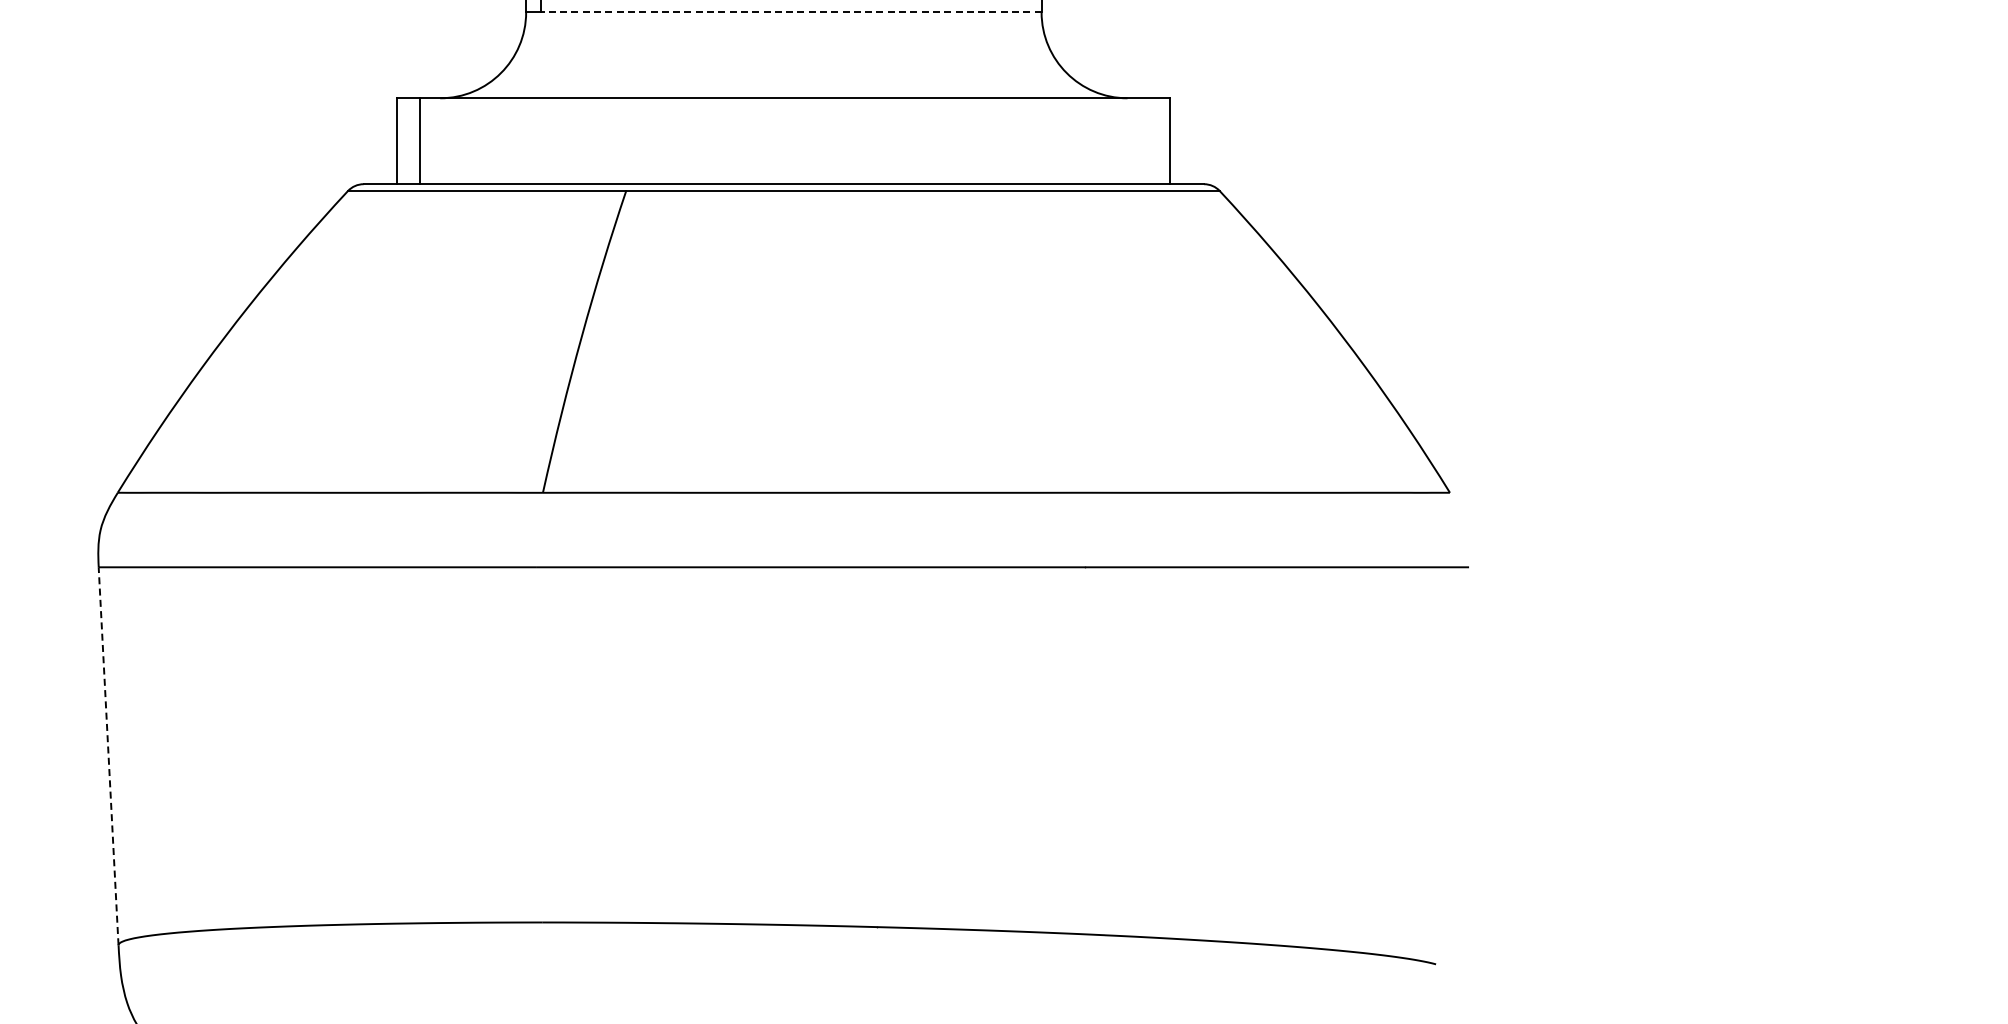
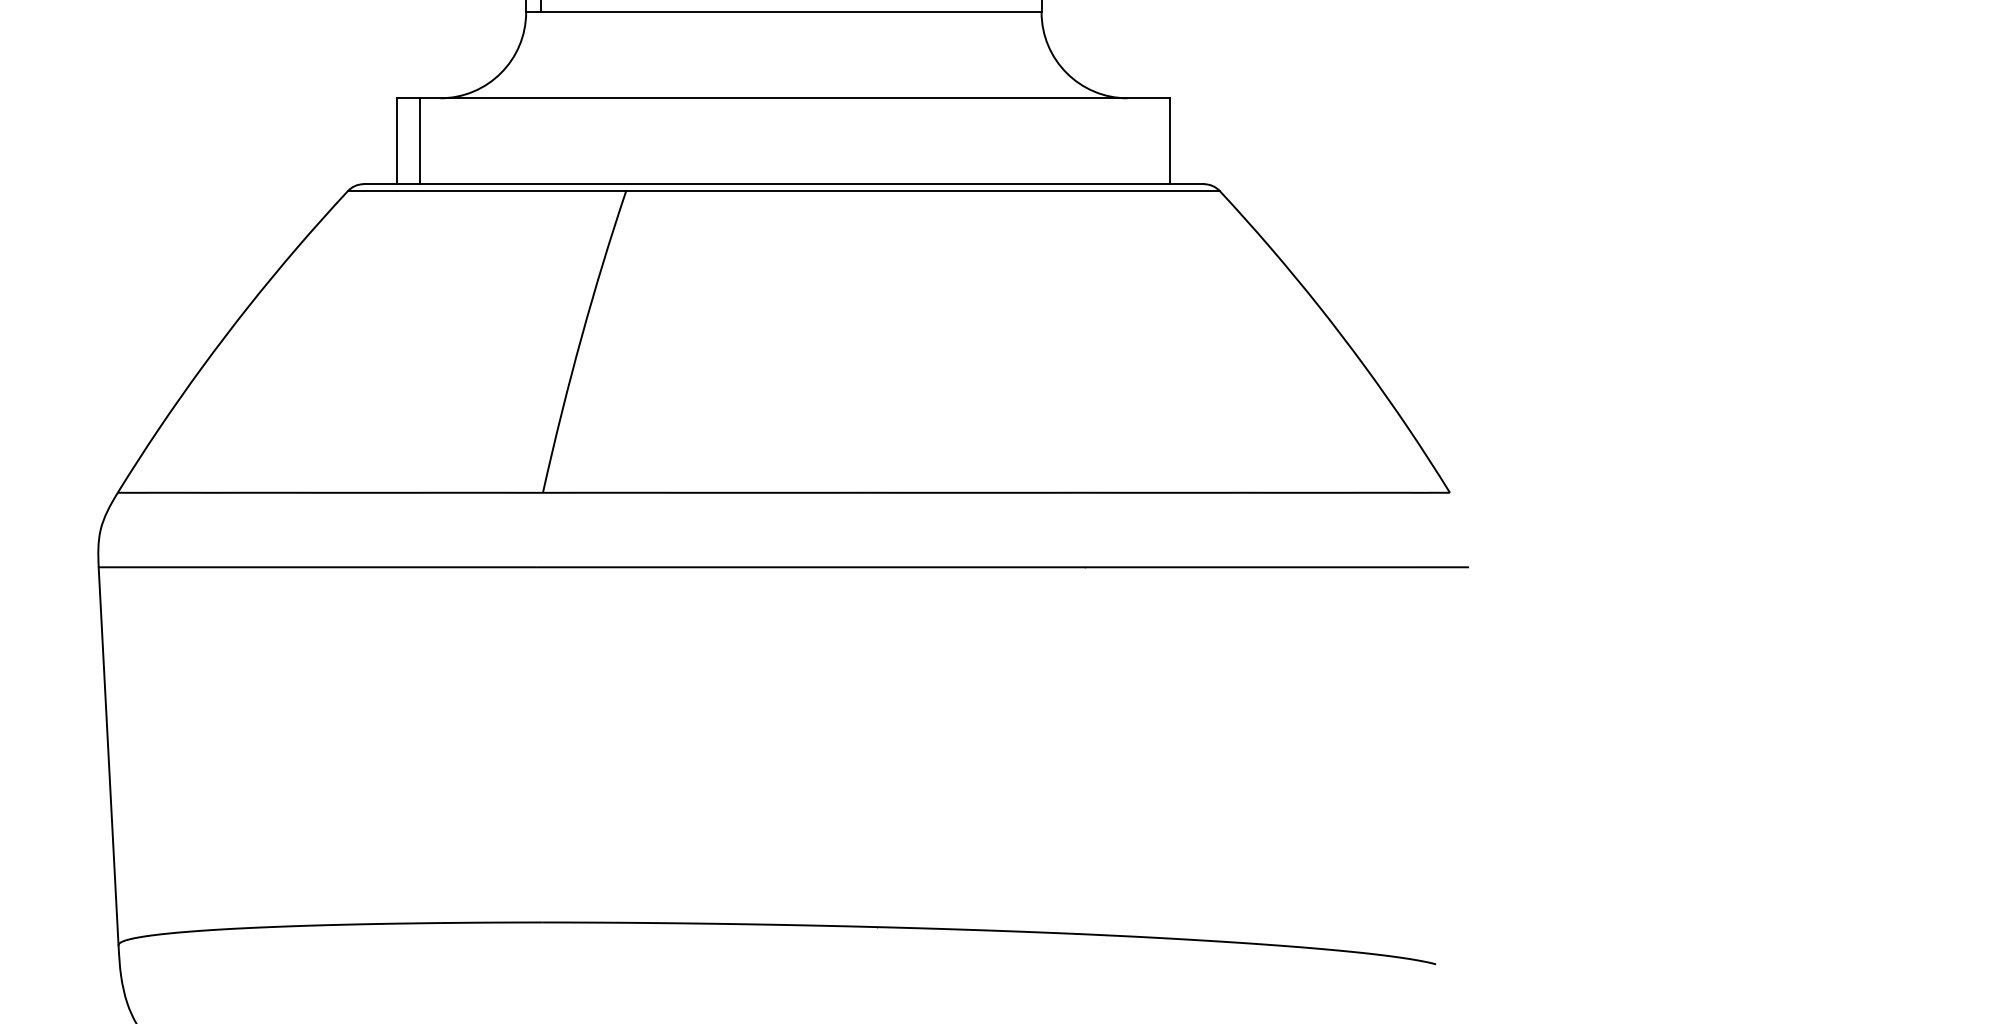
line at (791, 12): dashed -> solid
line at (108, 755): dashed -> solid
